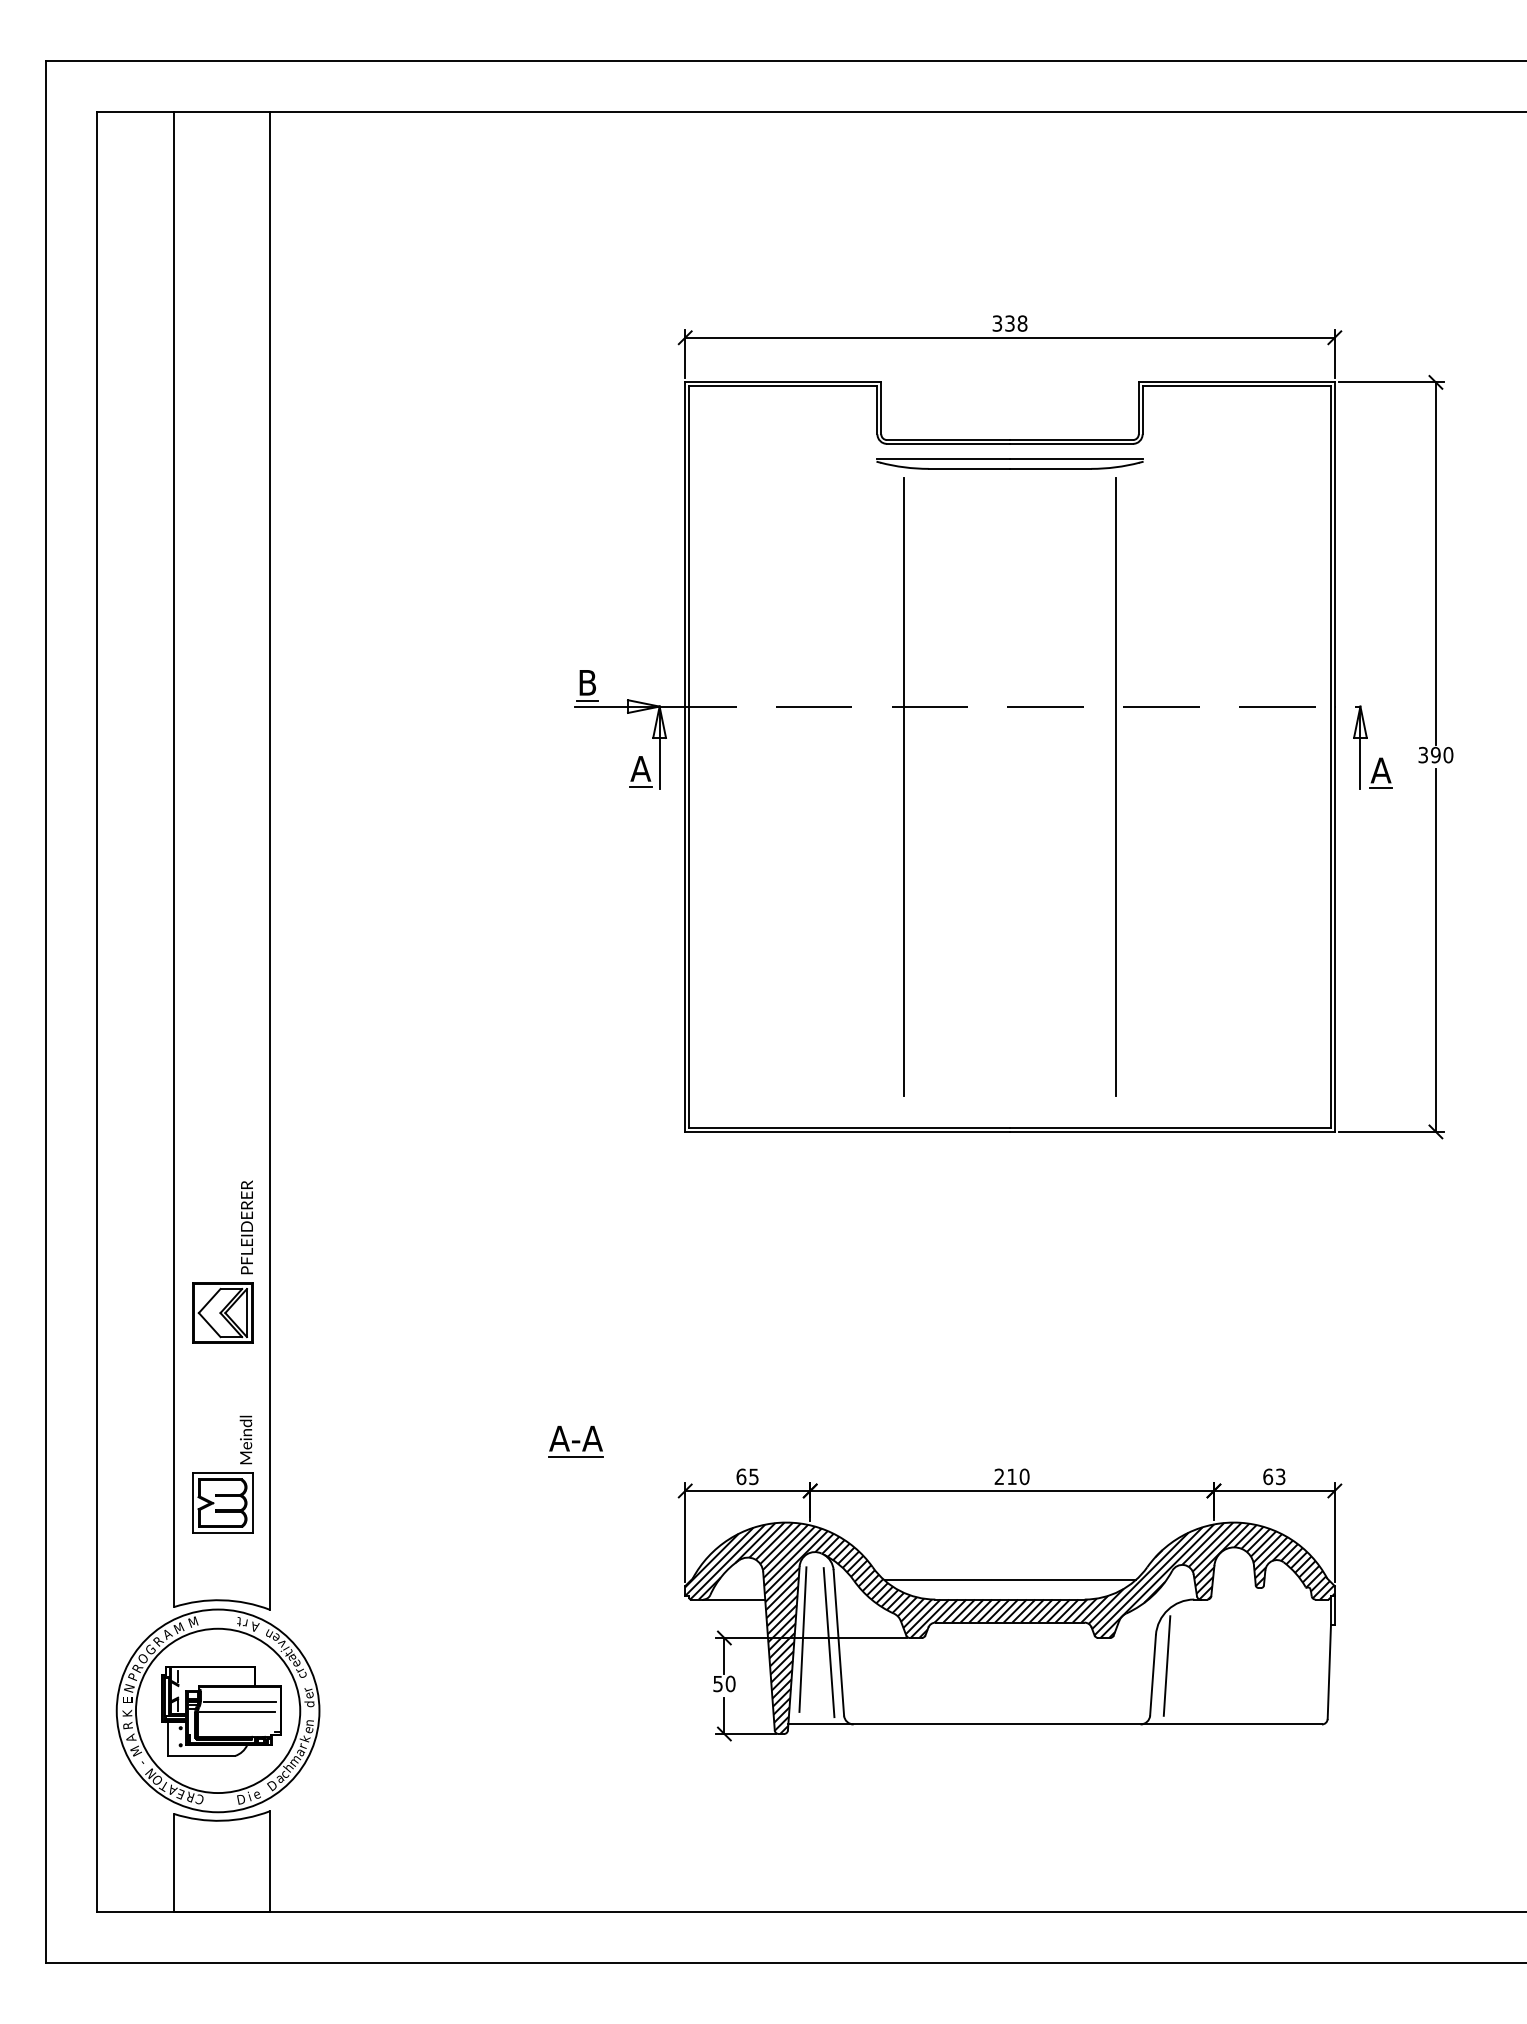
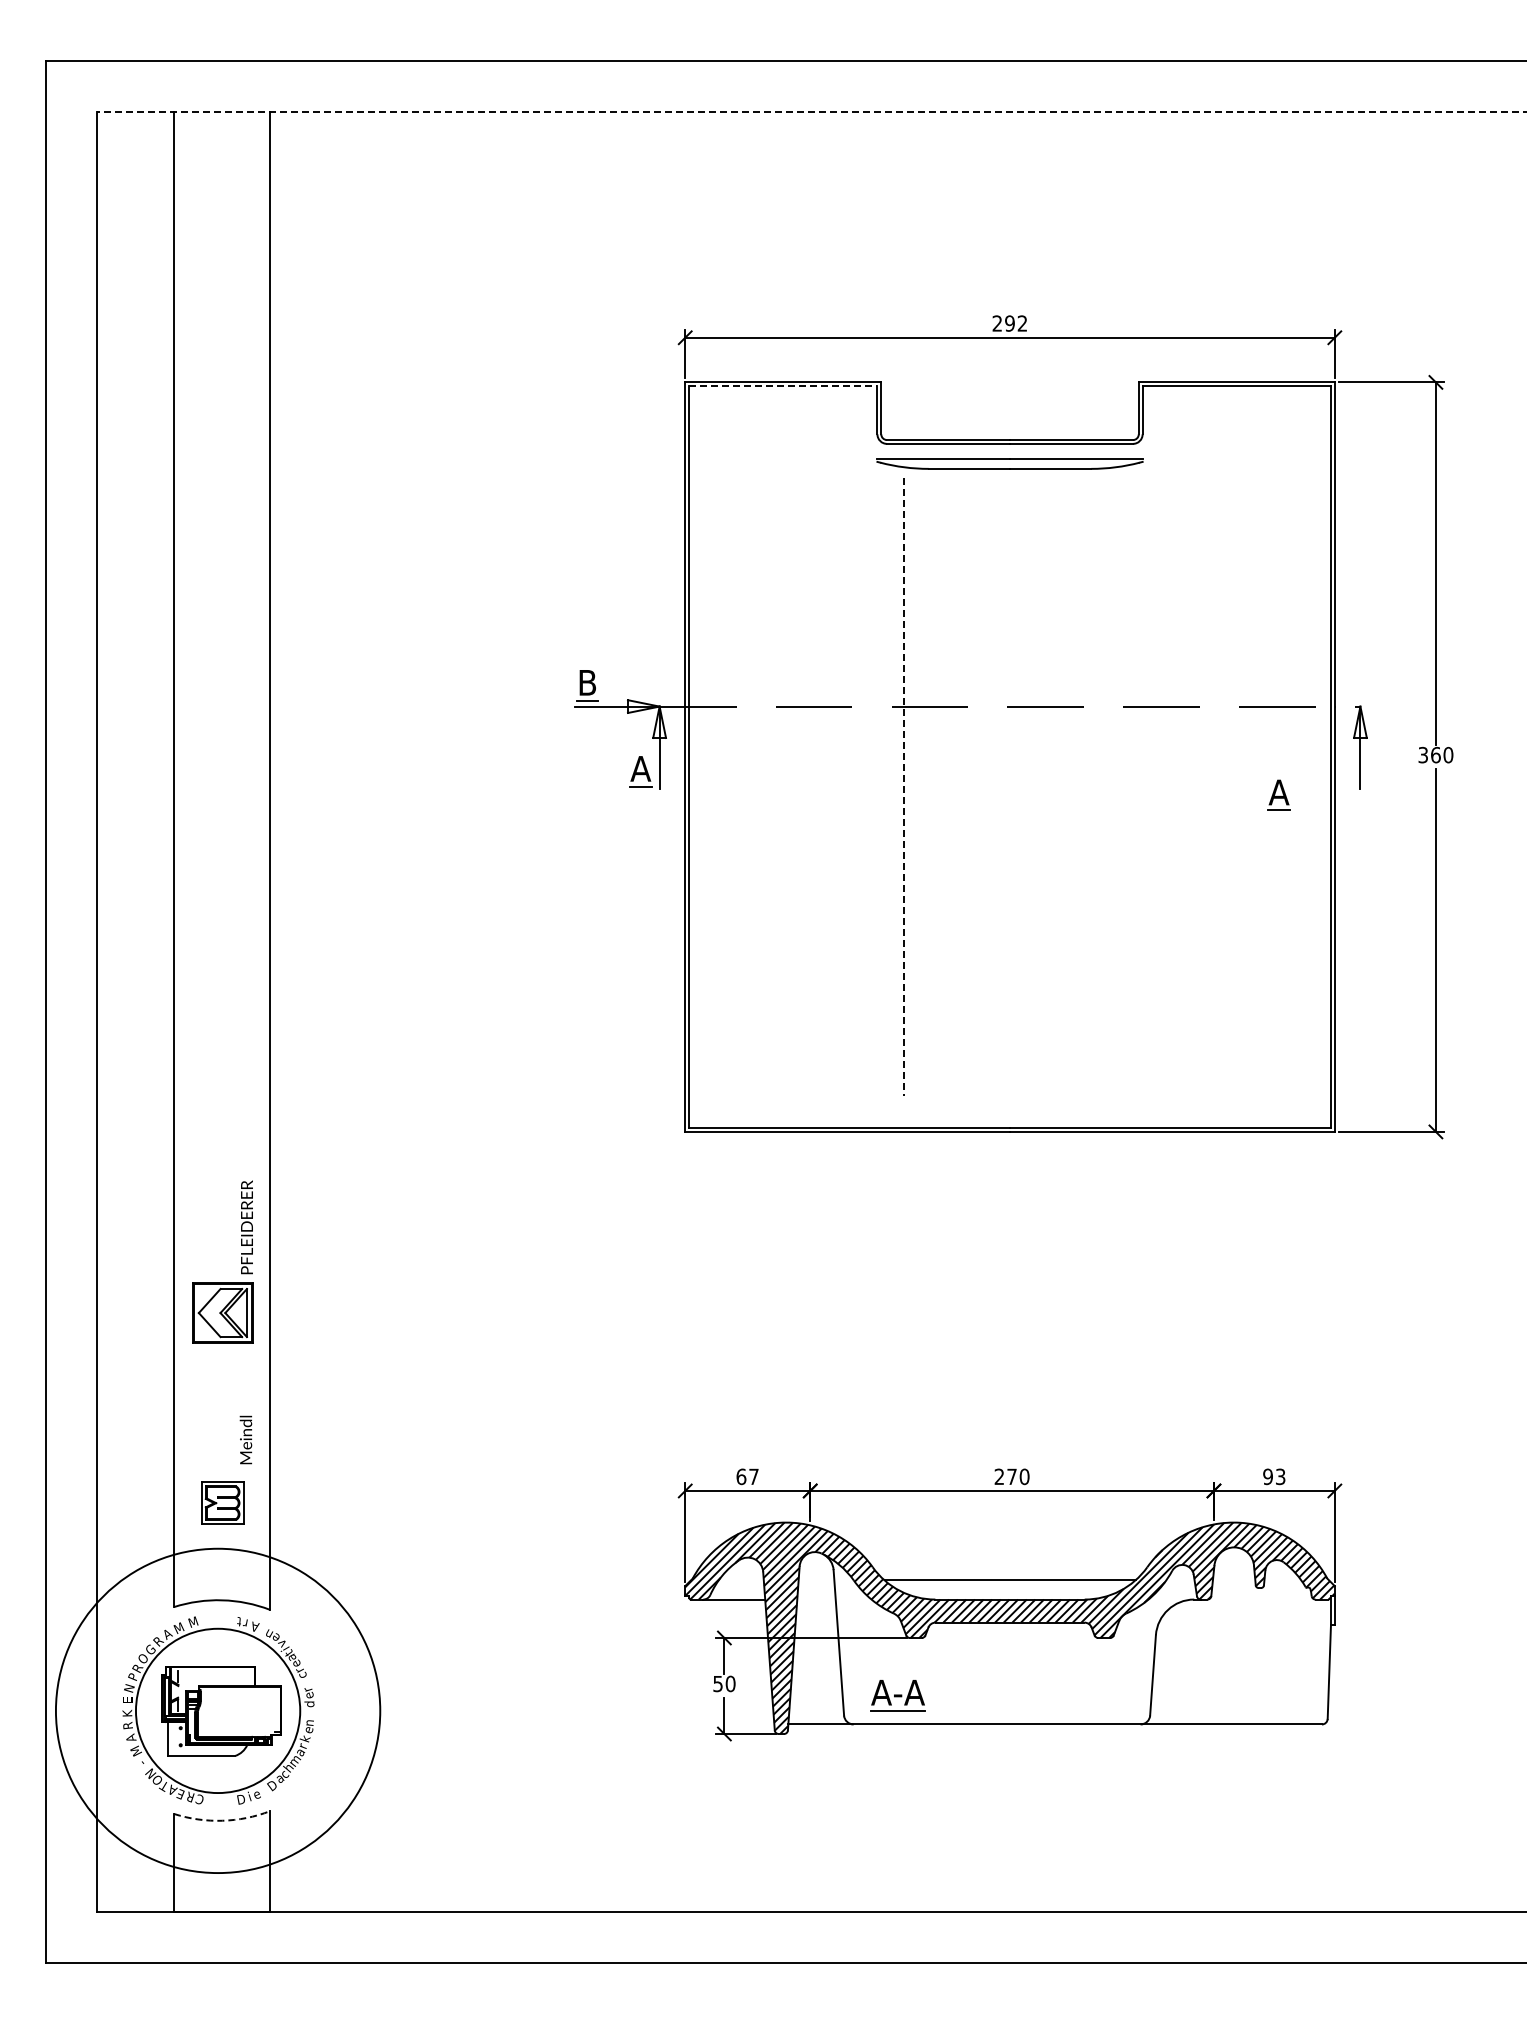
line at (811, 111): solid -> dashed
text at (1009, 323): 338 -> 292
line at (783, 386): solid -> dashed
text at (1435, 754): 390 -> 360
part at (1380, 772) position: (1380, 772) -> (1278, 794)
line at (1115, 786): present -> none
line at (904, 787): solid -> dashed
part at (575, 1441) position: (575, 1441) -> (897, 1695)
text at (1011, 1476): 210 -> 270
text at (1268, 1476): 63 -> 93
text at (753, 1477): 65 -> 67
part at (222, 1502) size: 62x62 px -> 44x44 px
line at (802, 1639): present -> none
line at (828, 1642): present -> none
line at (1166, 1665): present -> none
line at (239, 1702): present -> none
circle at (217, 1710) diameter: 203 px -> 324 px
line at (237, 1711): present -> none
arc at (222, 1820): solid -> dashed
